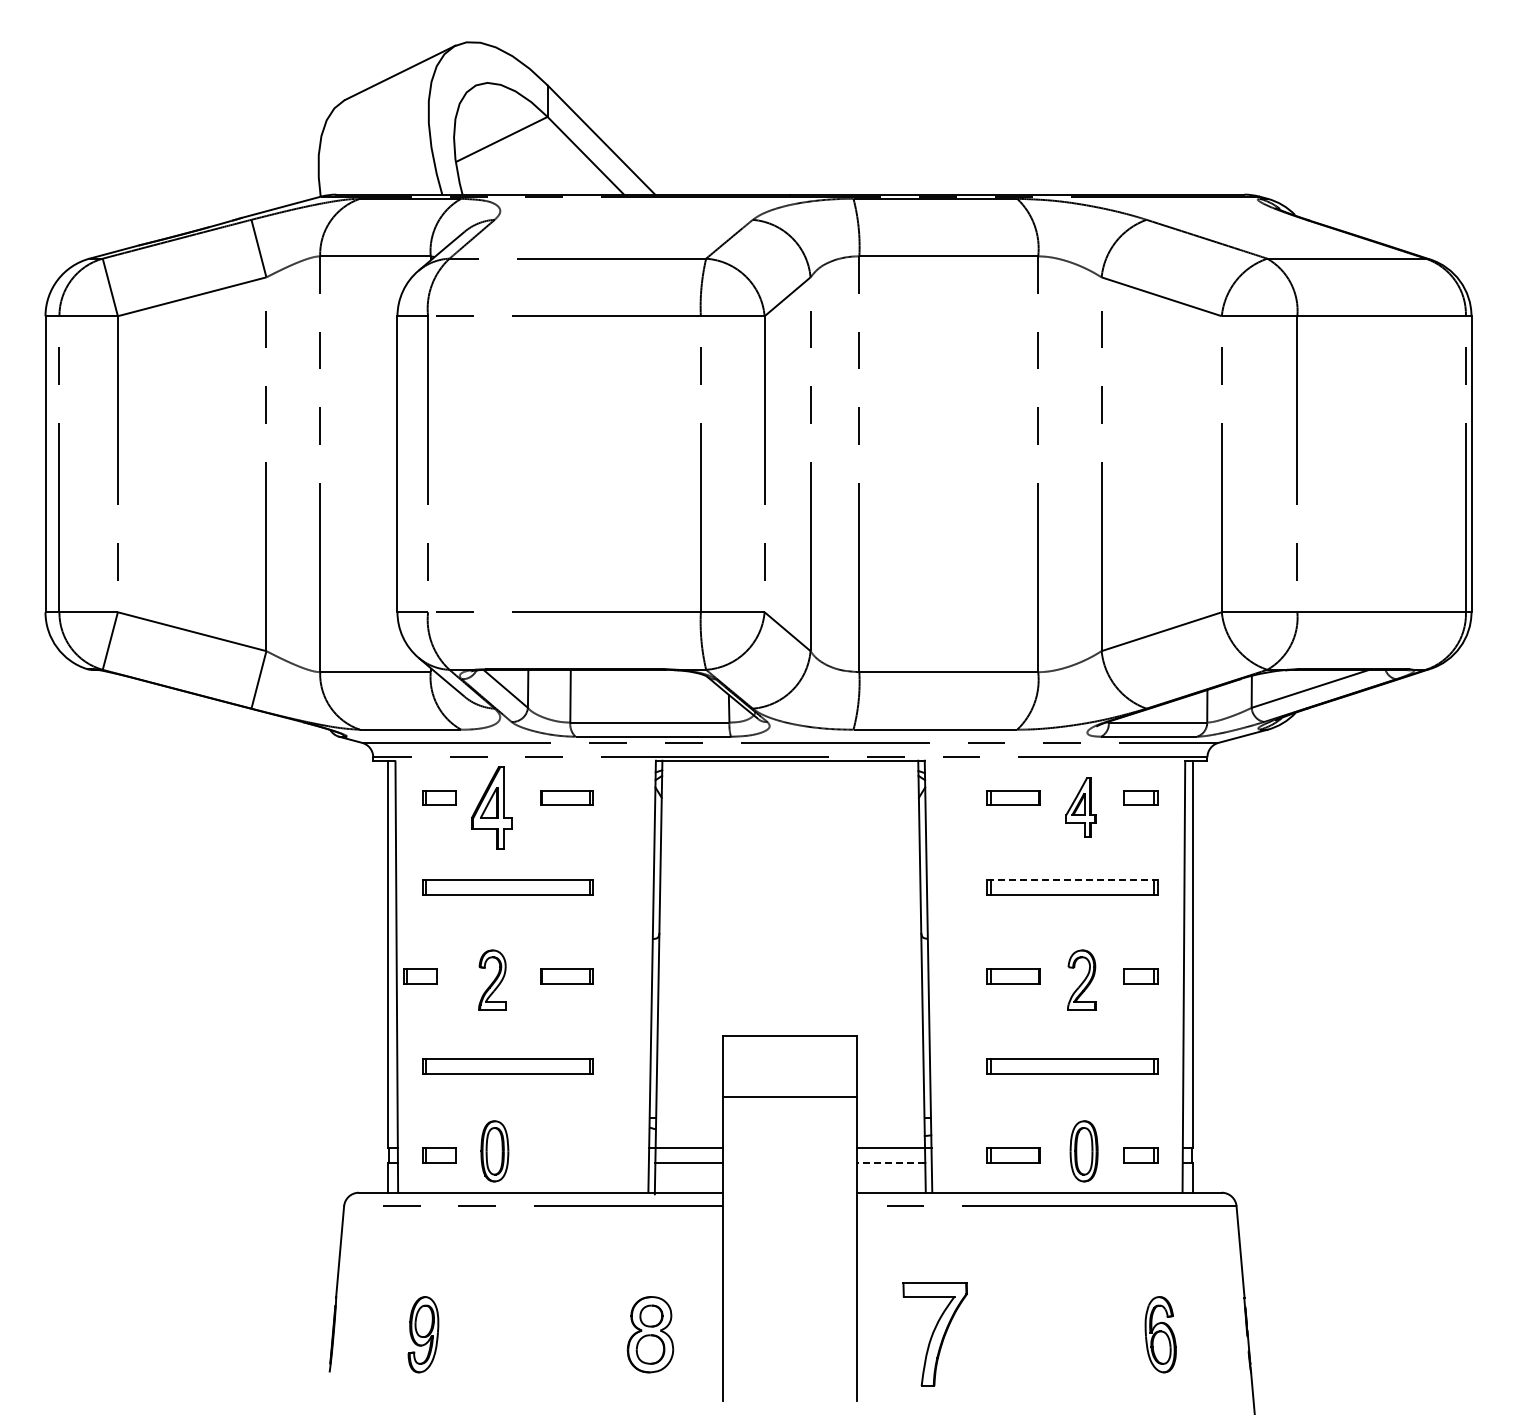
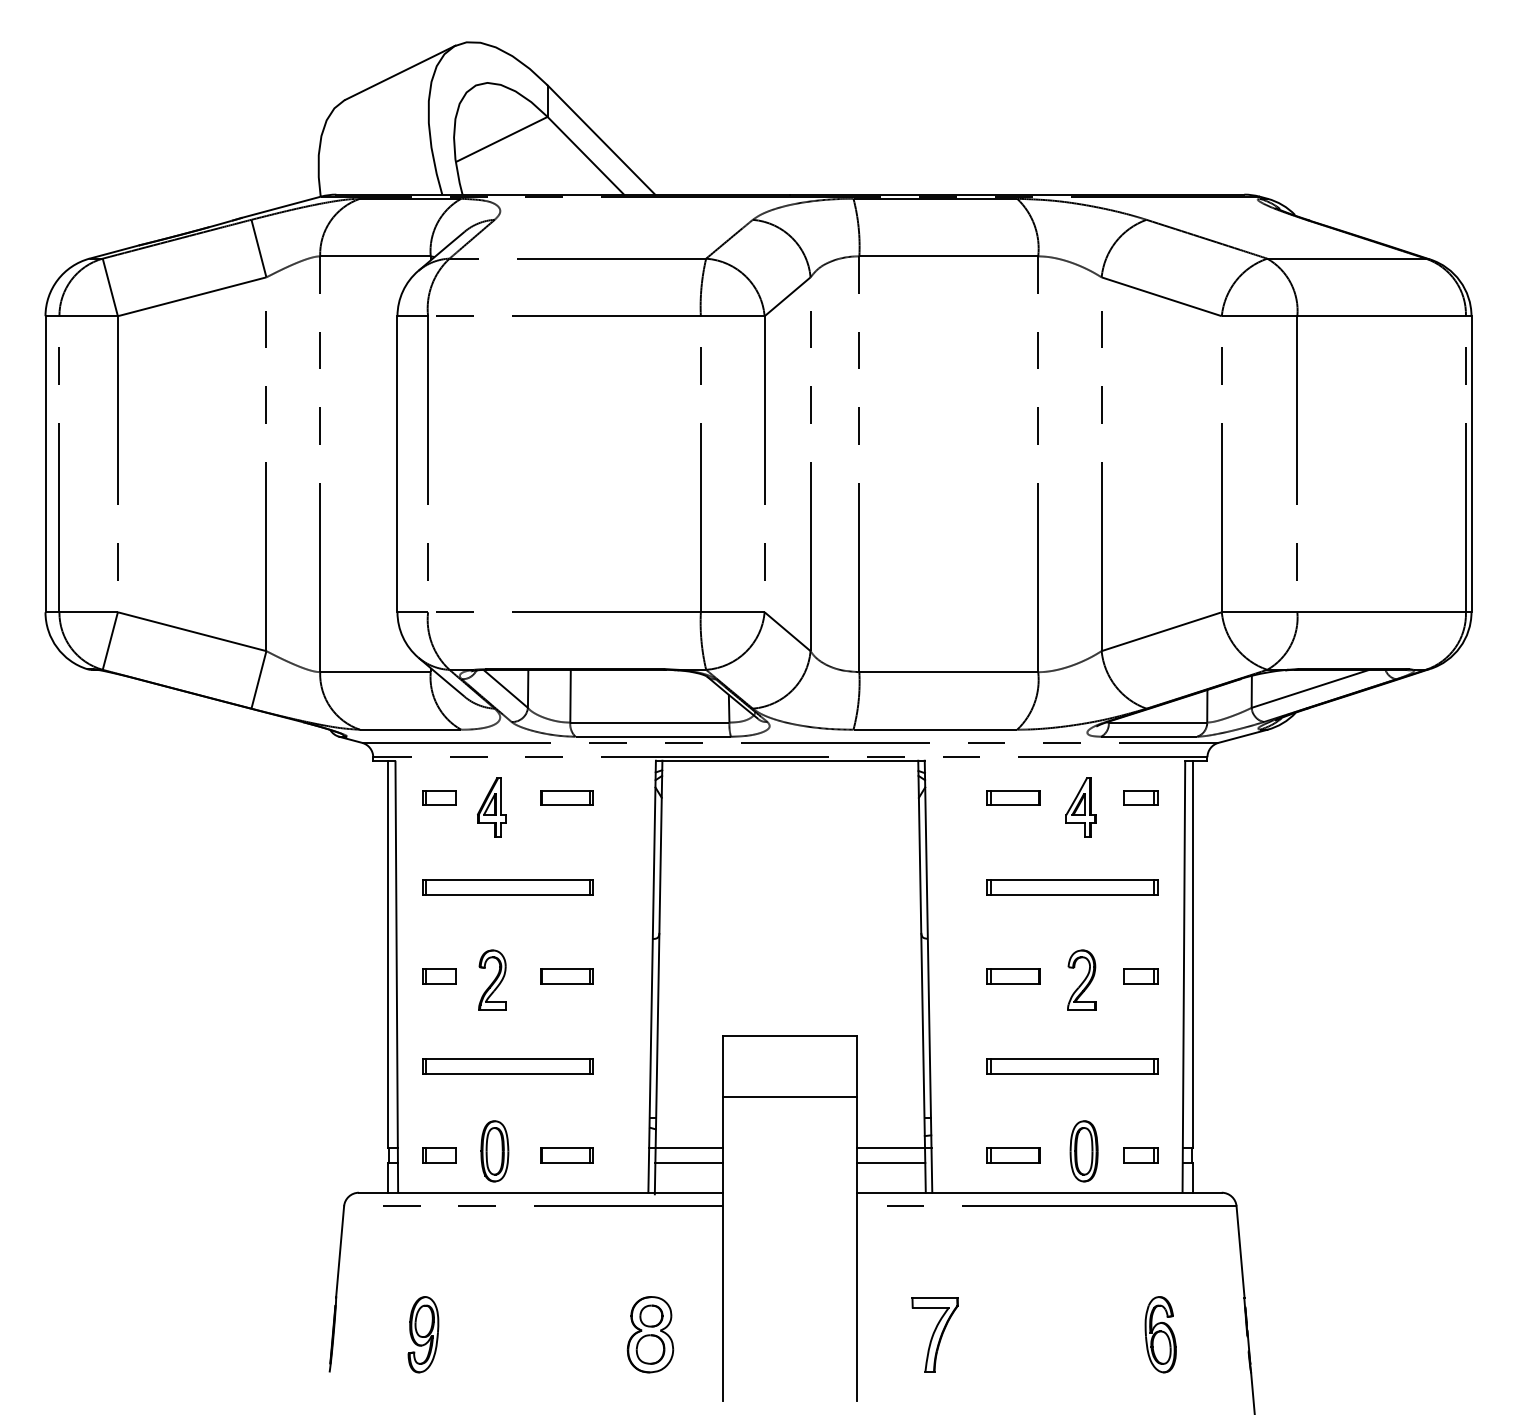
part at (491, 807) size: 42x84 px -> 30x61 px
line at (1073, 879): dashed -> solid
part at (420, 976) position: (420, 976) -> (439, 976)
part at (566, 1155): none -> present
line at (891, 1162): dashed -> solid
part at (934, 1334) size: 66x105 px -> 48x76 px
